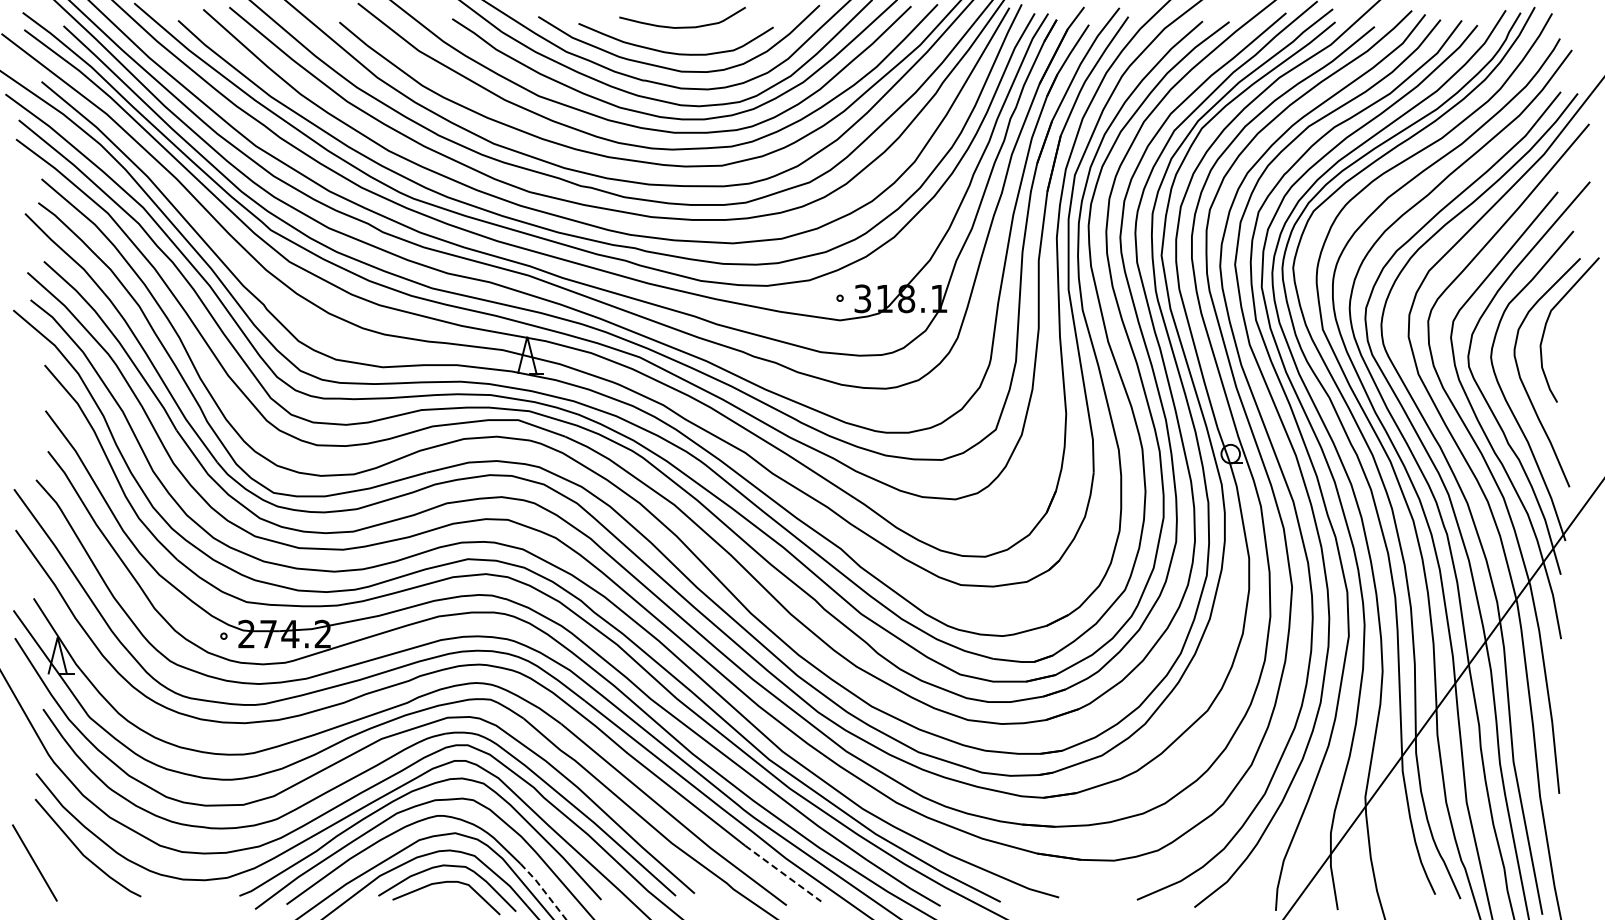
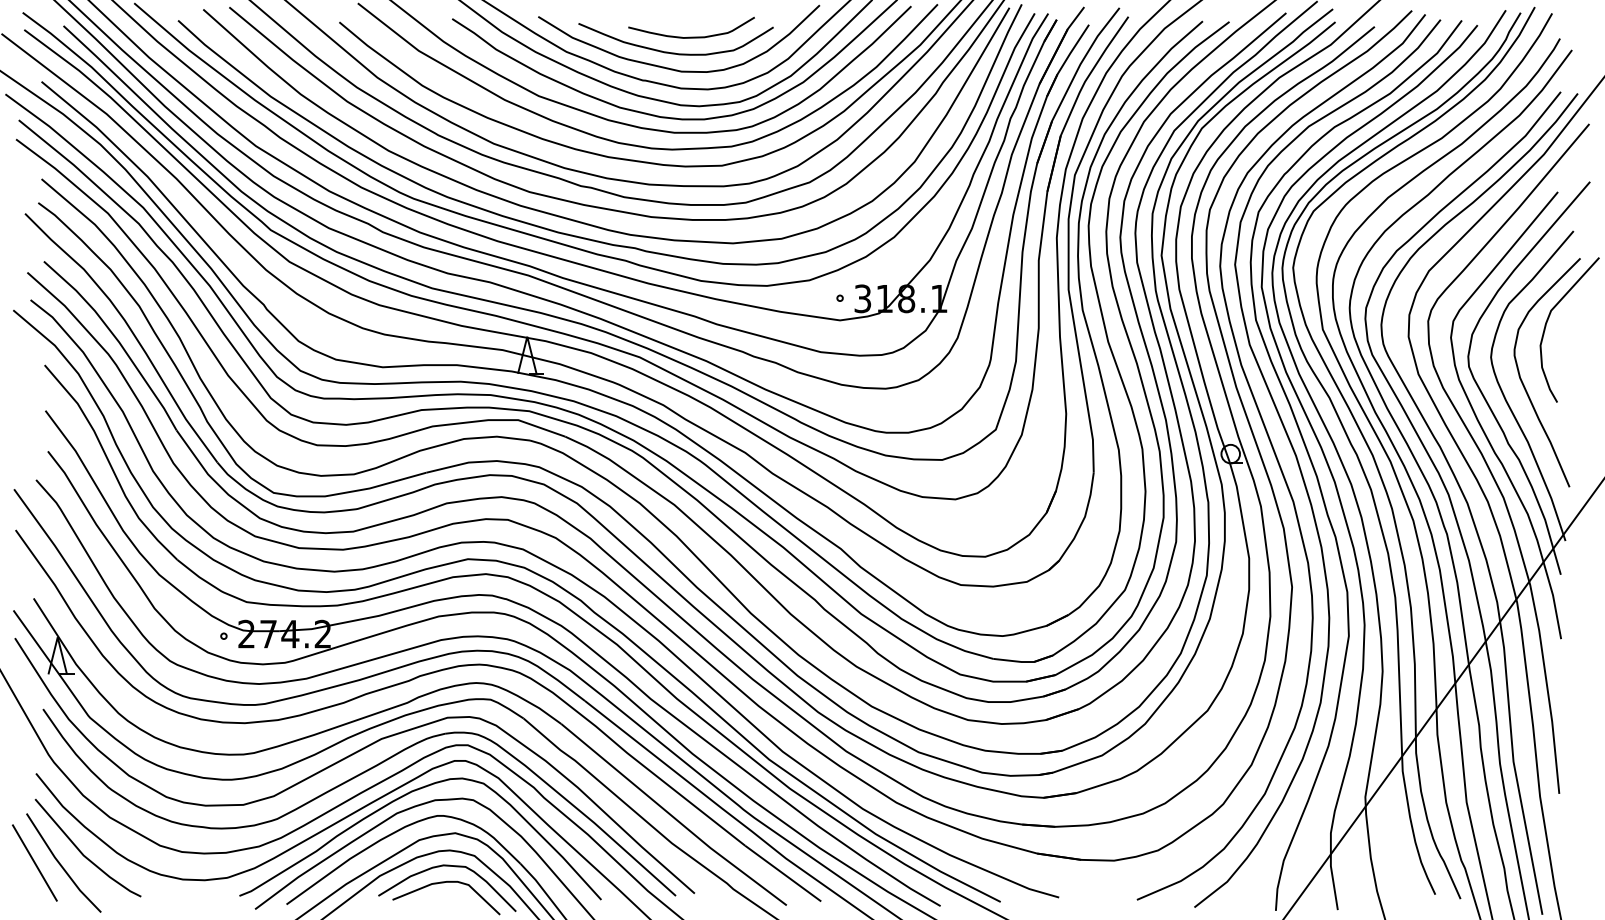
curve at (682, 26) position: (682, 26) -> (691, 36)
line at (61, 864): none -> present
line at (783, 873): dashed -> solid
line at (543, 890): dashed -> solid
